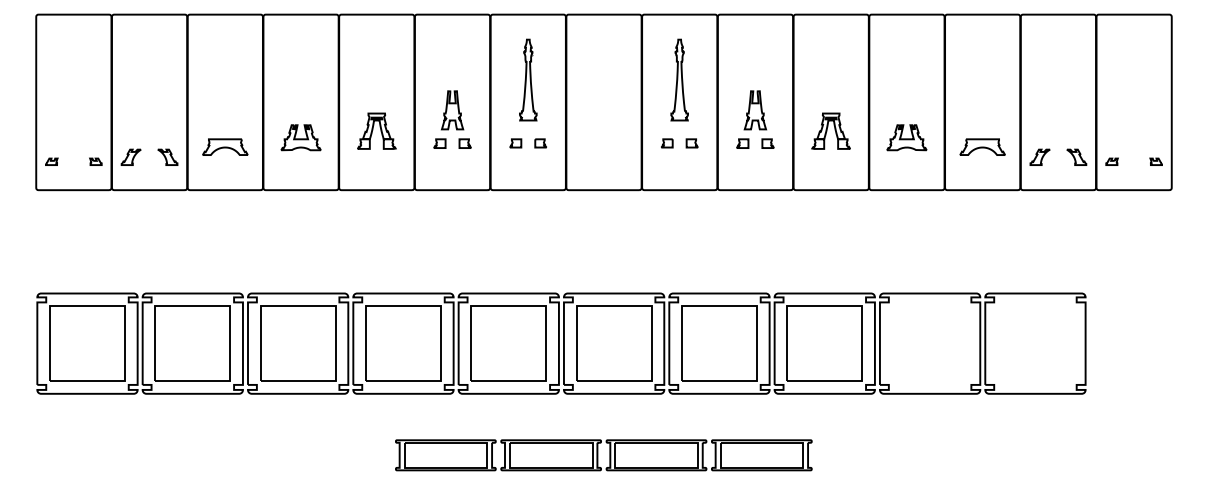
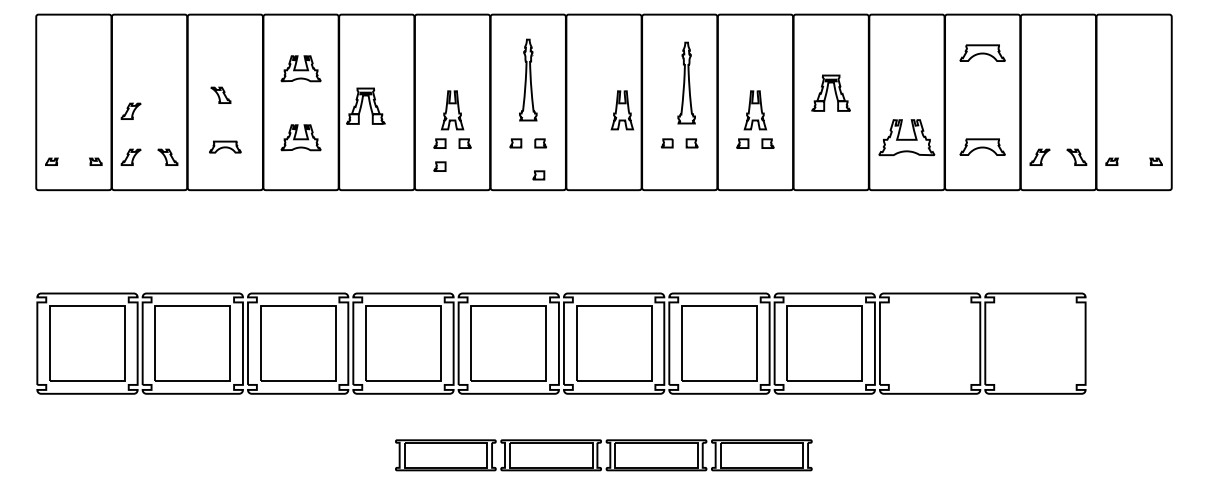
part at (982, 52): none -> present
part at (300, 68): none -> present
part at (679, 79) position: (679, 79) -> (686, 82)
part at (220, 94): none -> present
part at (130, 110): none -> present
part at (621, 110): none -> present
part at (376, 130) position: (376, 130) -> (365, 105)
part at (830, 130) position: (830, 130) -> (830, 92)
part at (906, 137) size: 42x28 px -> 58x38 px
part at (225, 146) size: 47x18 px -> 33x14 px
part at (439, 166): none -> present
part at (538, 175): none -> present
